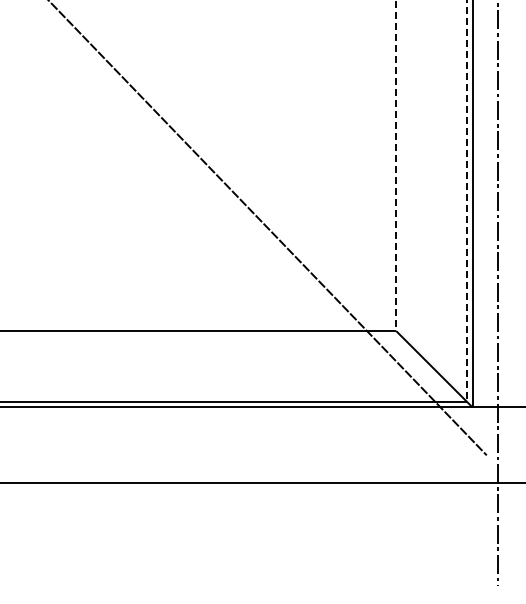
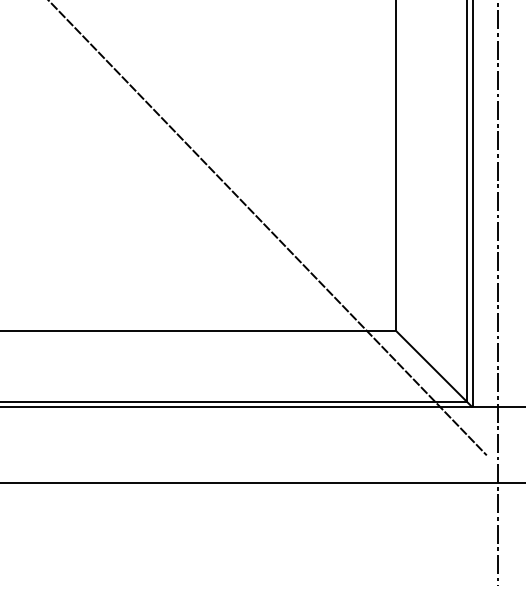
line at (396, 166): dashed -> solid
line at (467, 201): dashed -> solid
